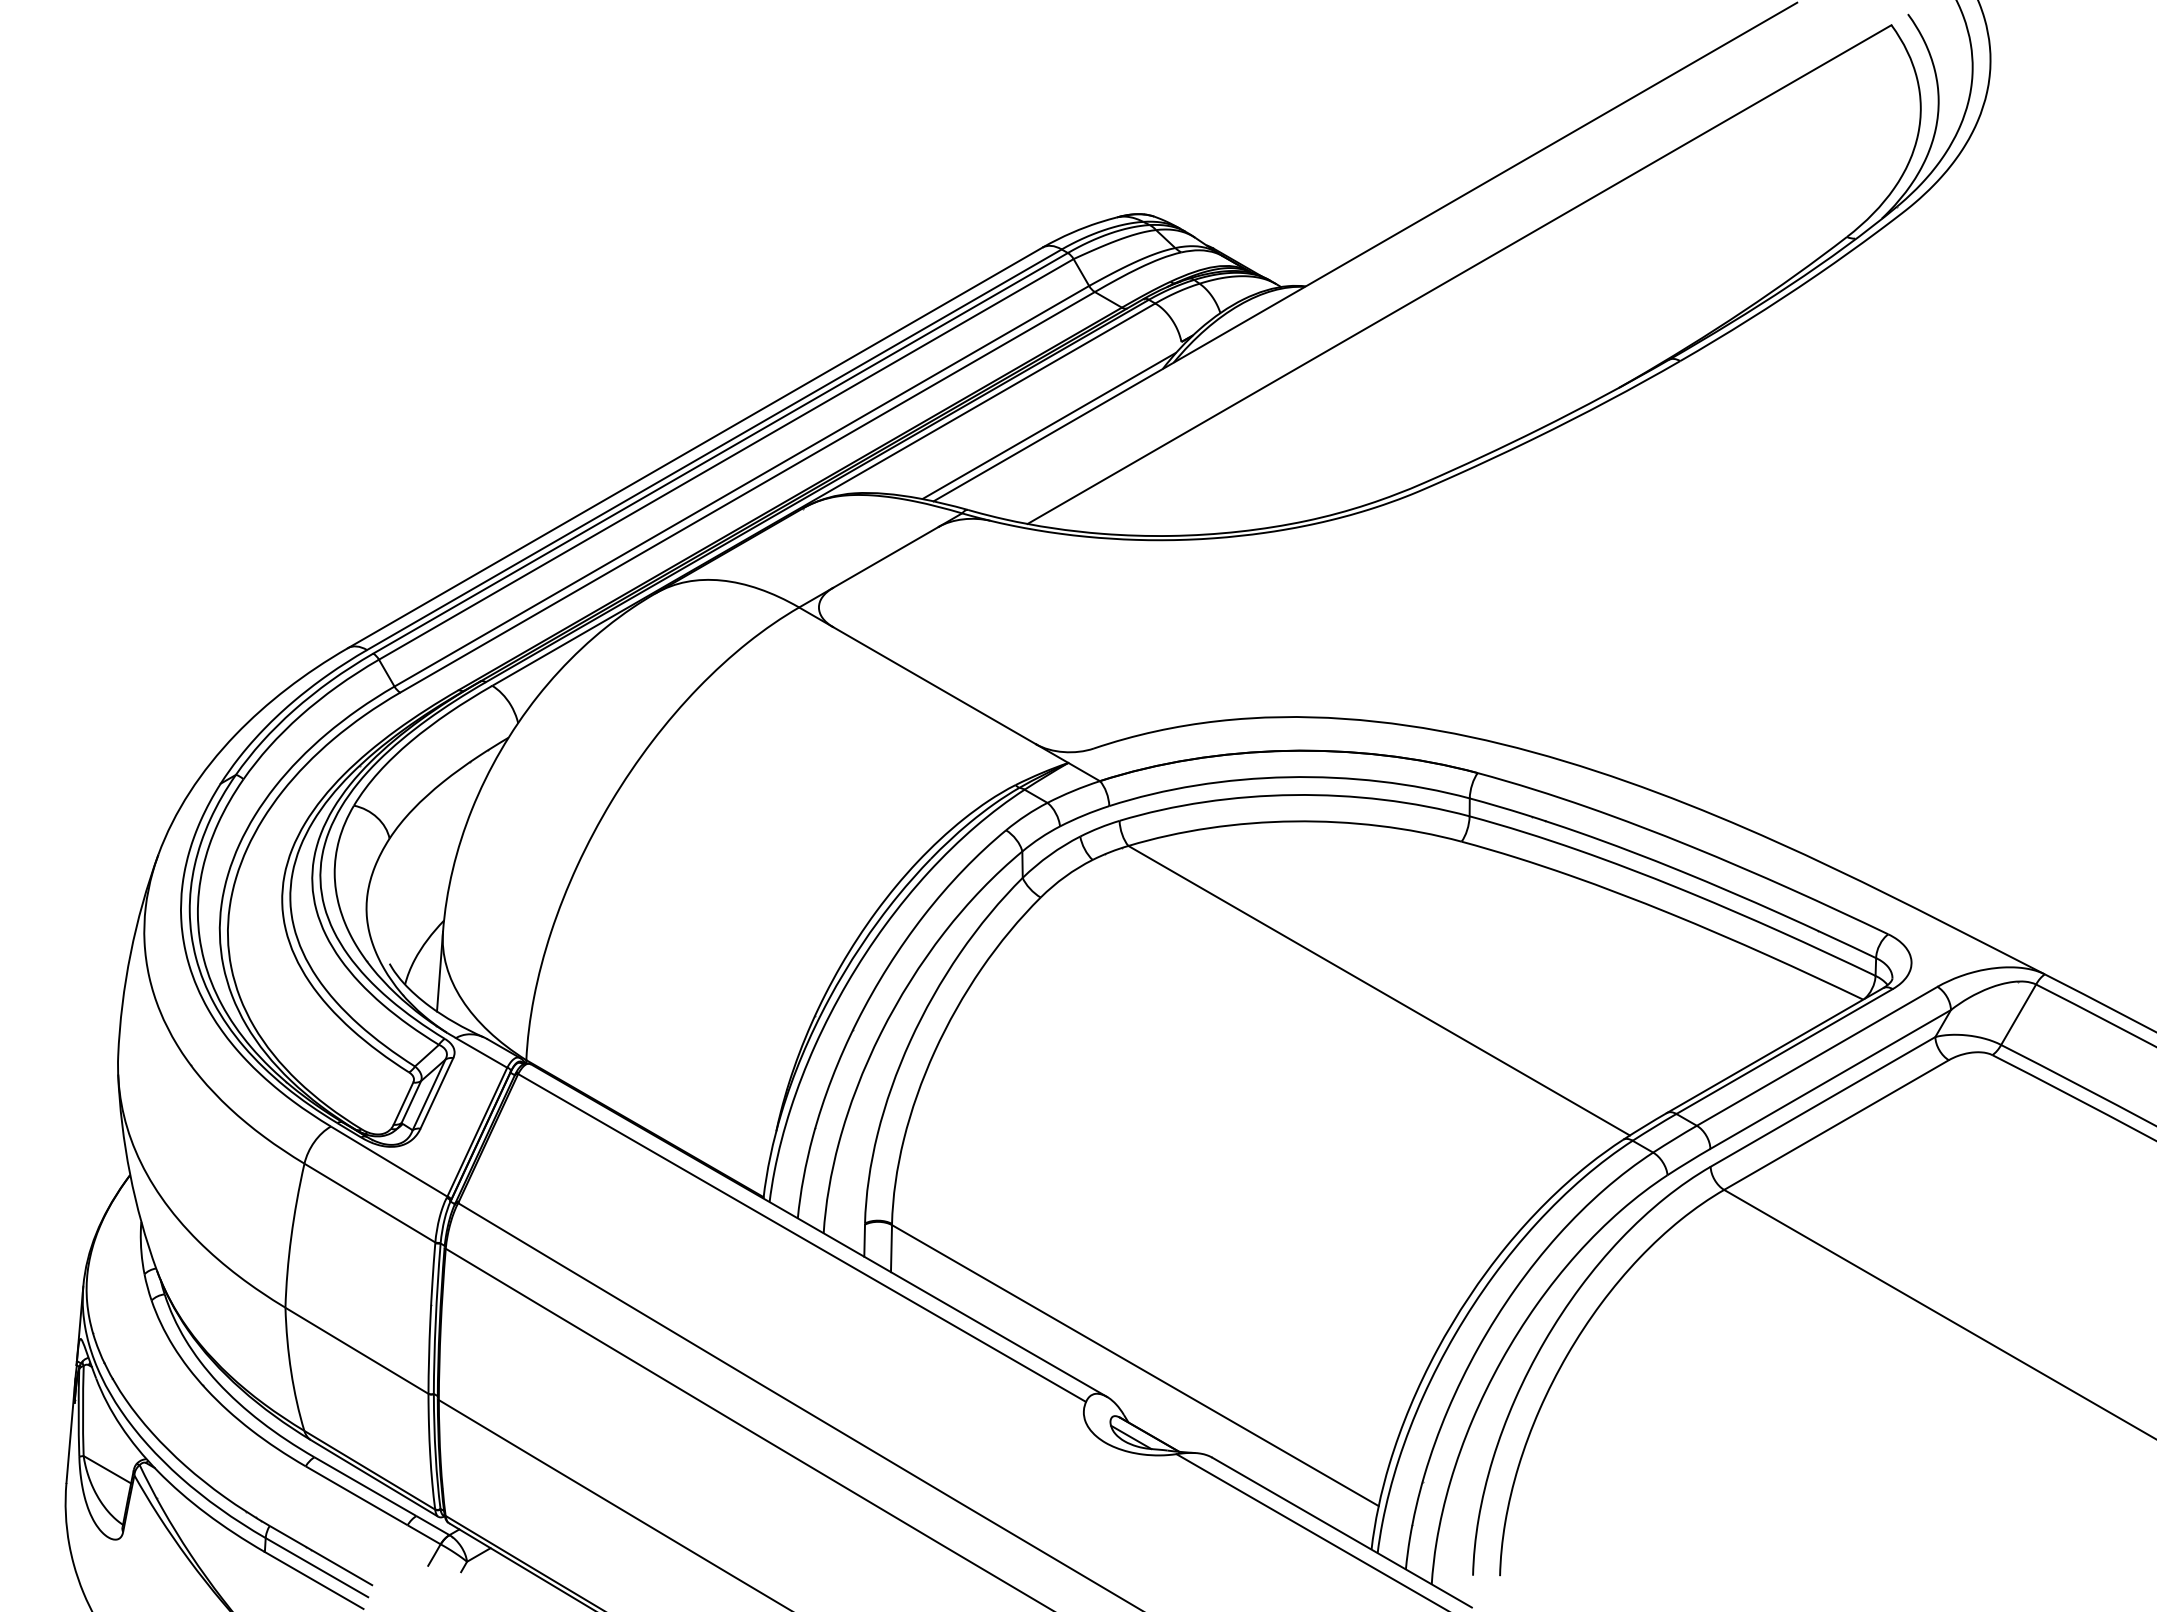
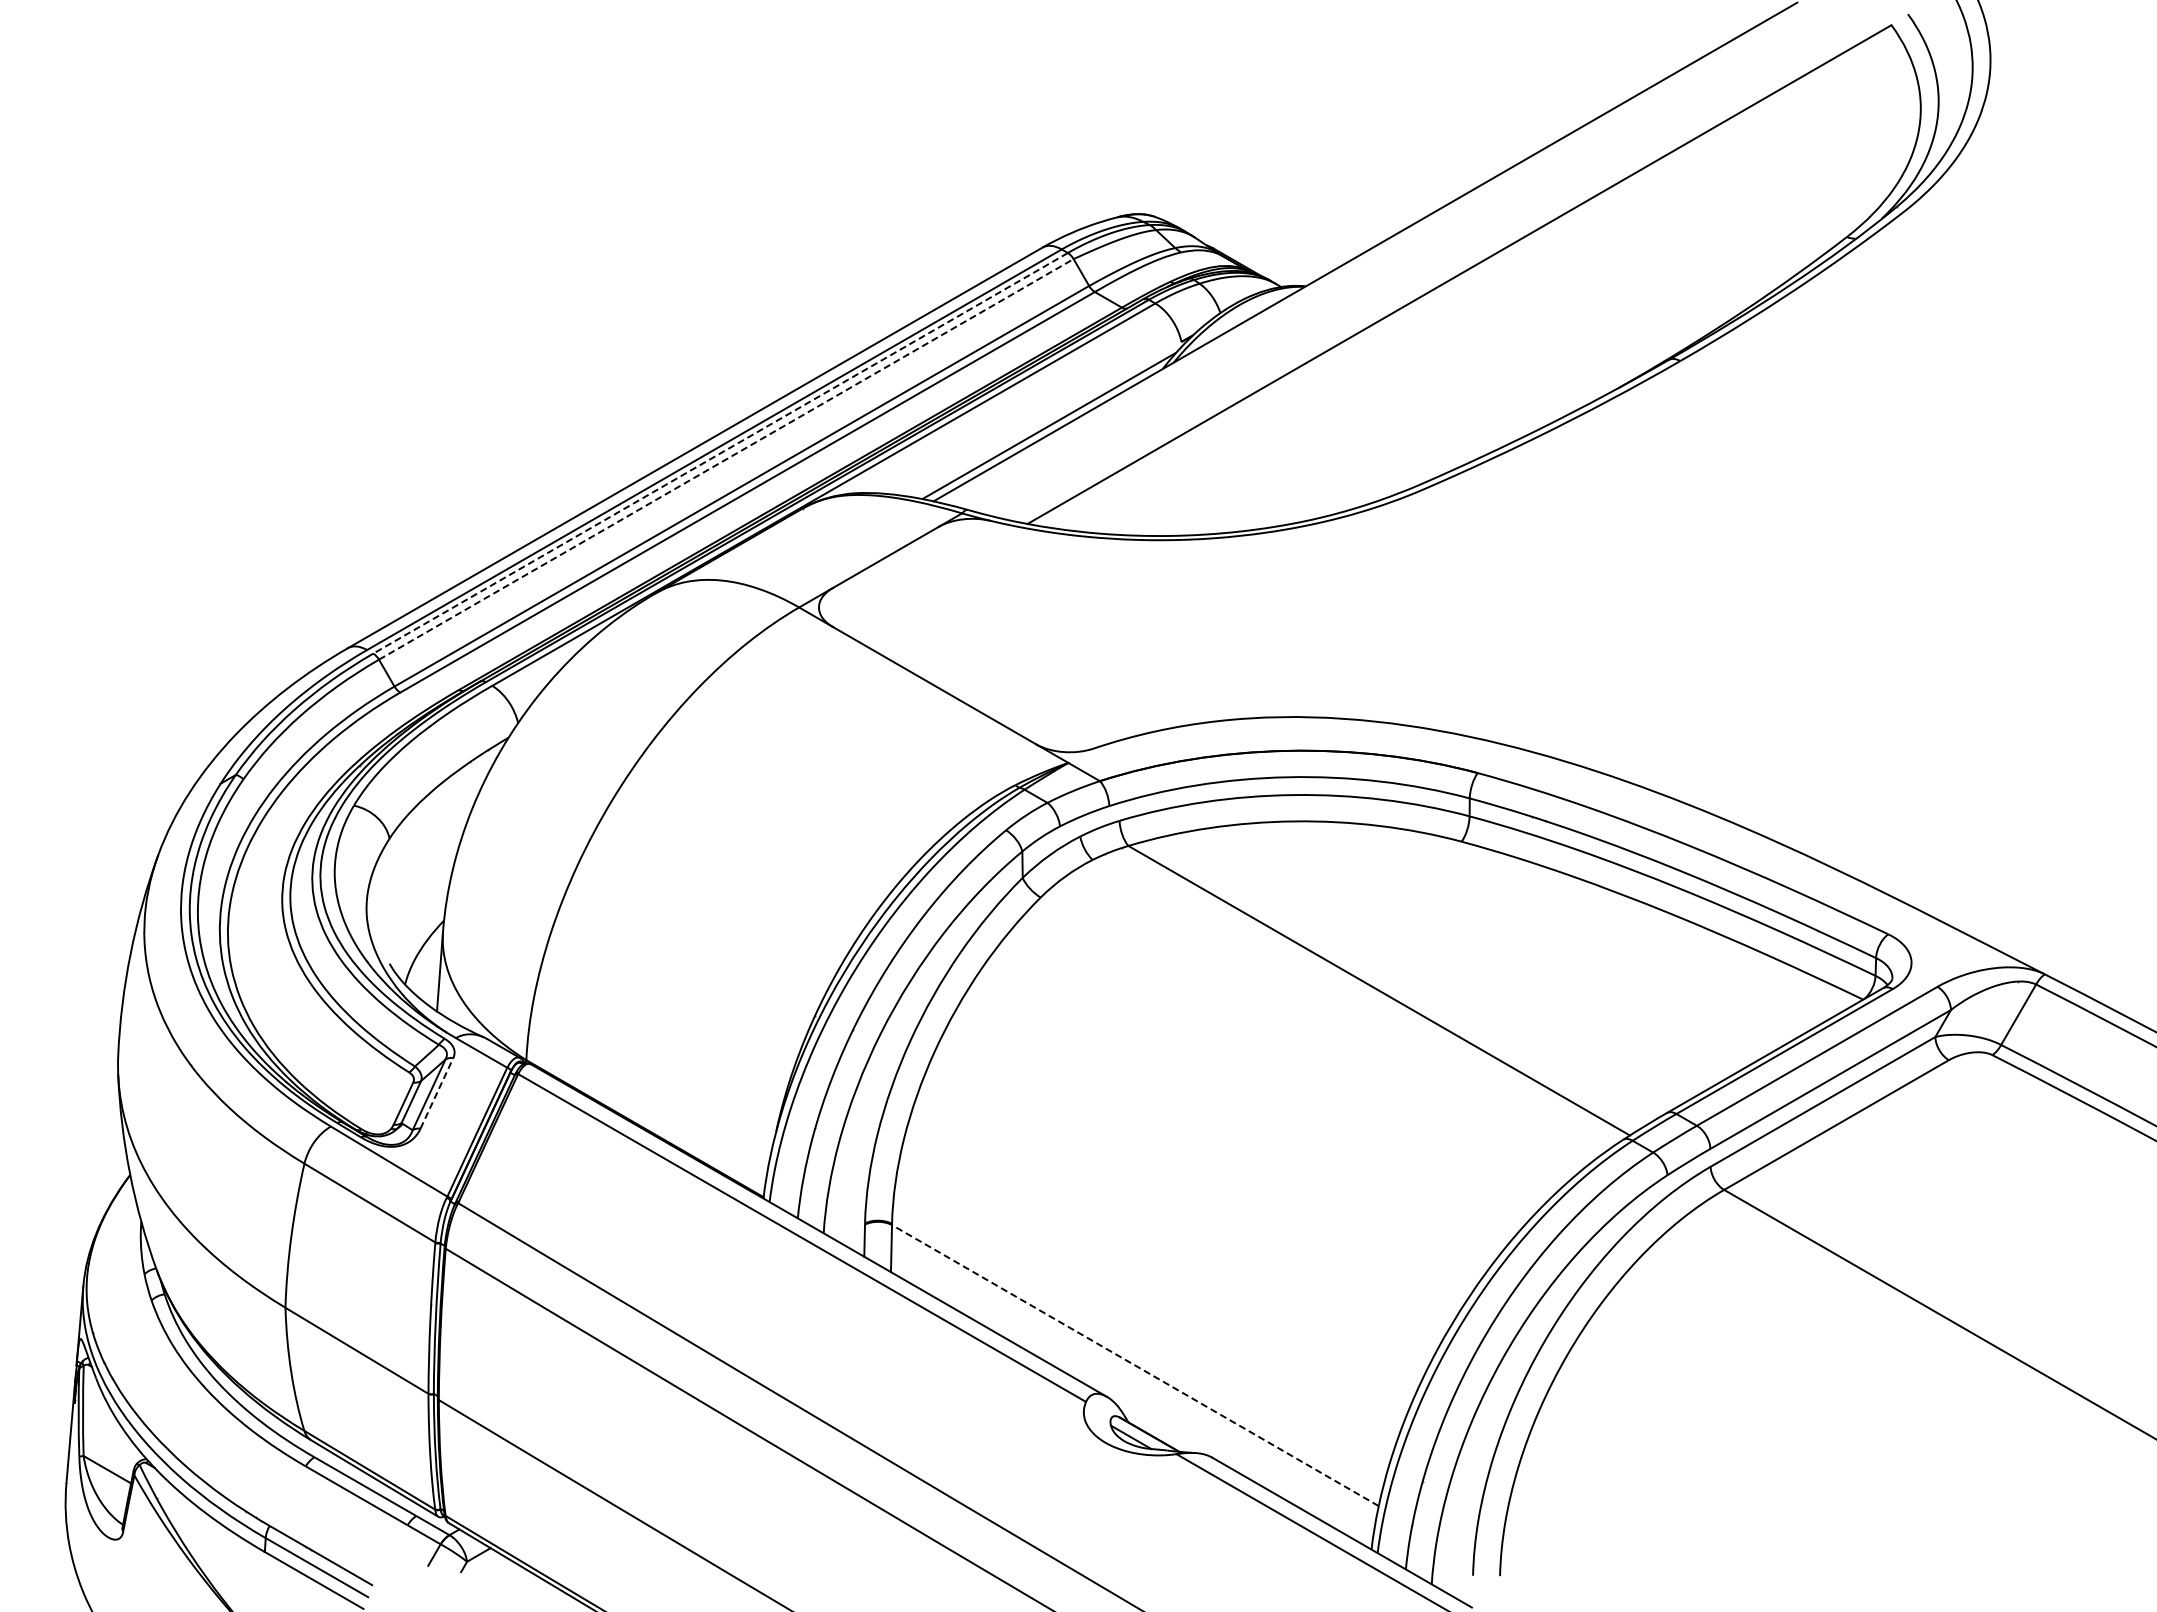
line at (720, 453): solid -> dashed
line at (726, 459): solid -> dashed
line at (436, 1093): solid -> dashed
line at (1135, 1365): solid -> dashed
